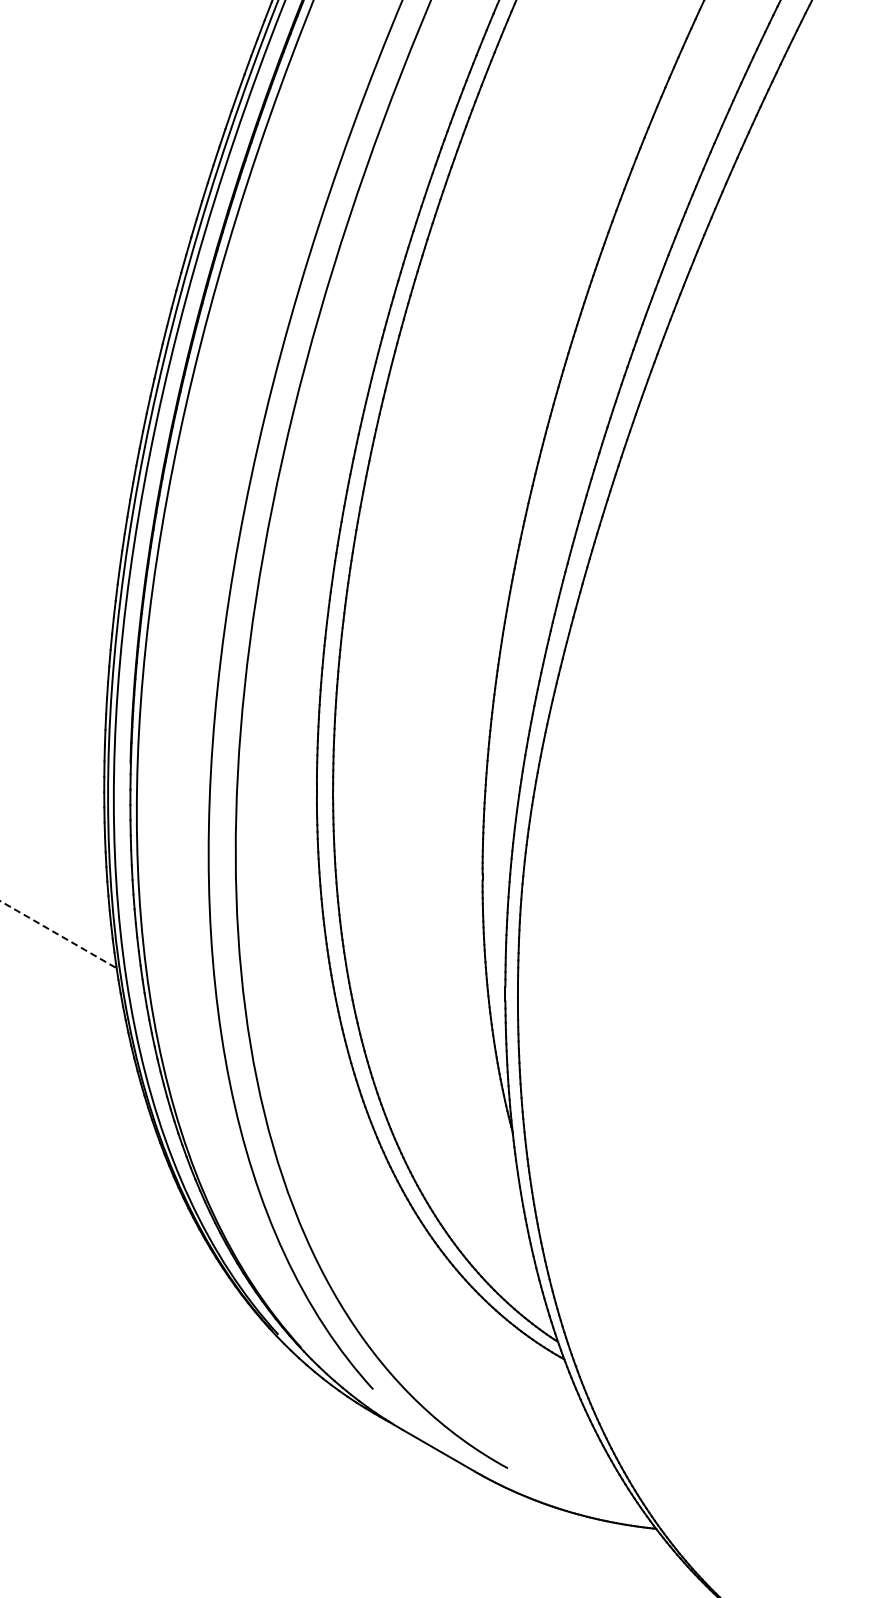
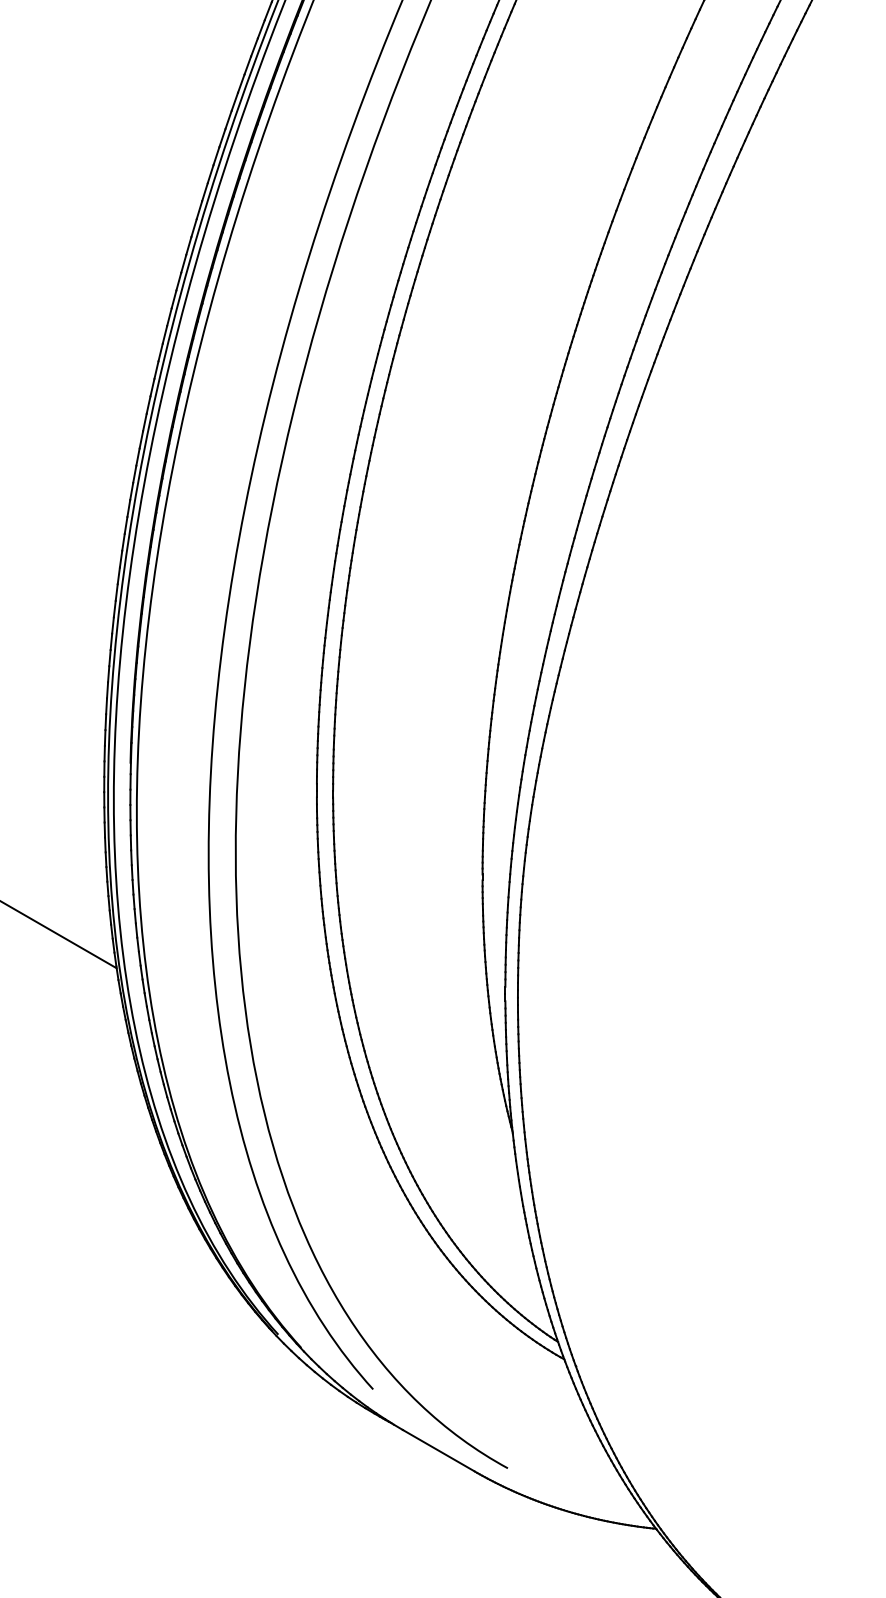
line at (58, 934): dashed -> solid
